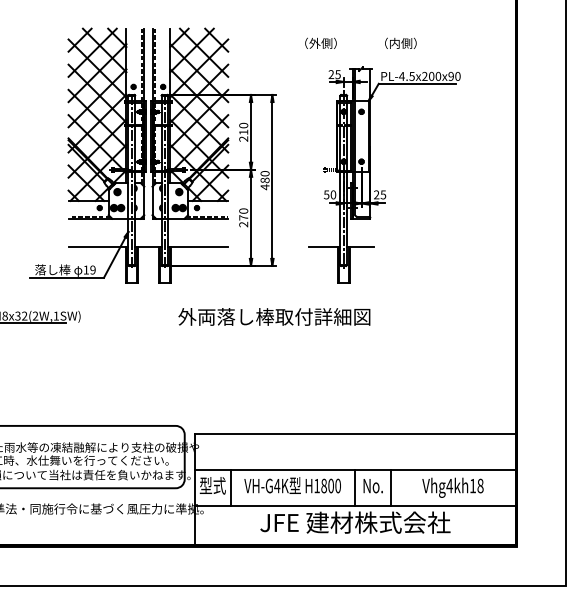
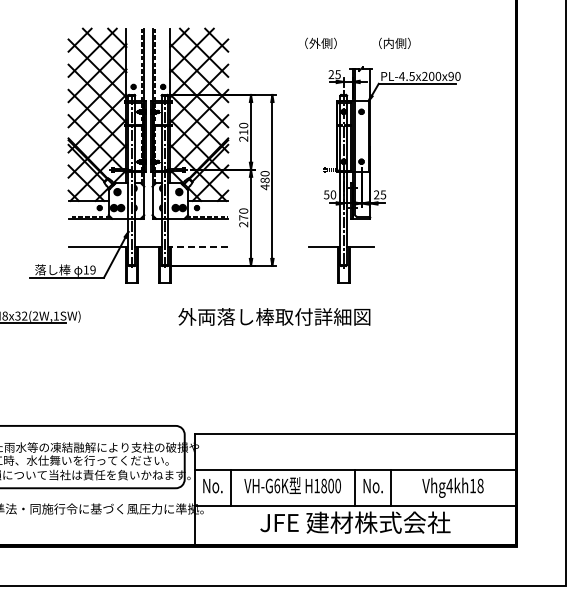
text at (400, 42) position: (400, 42) -> (394, 42)
line at (198, 247): solid -> dashed
text at (212, 485): 型式 -> No.
text at (277, 485): VH-G4K -> VH-G6K
